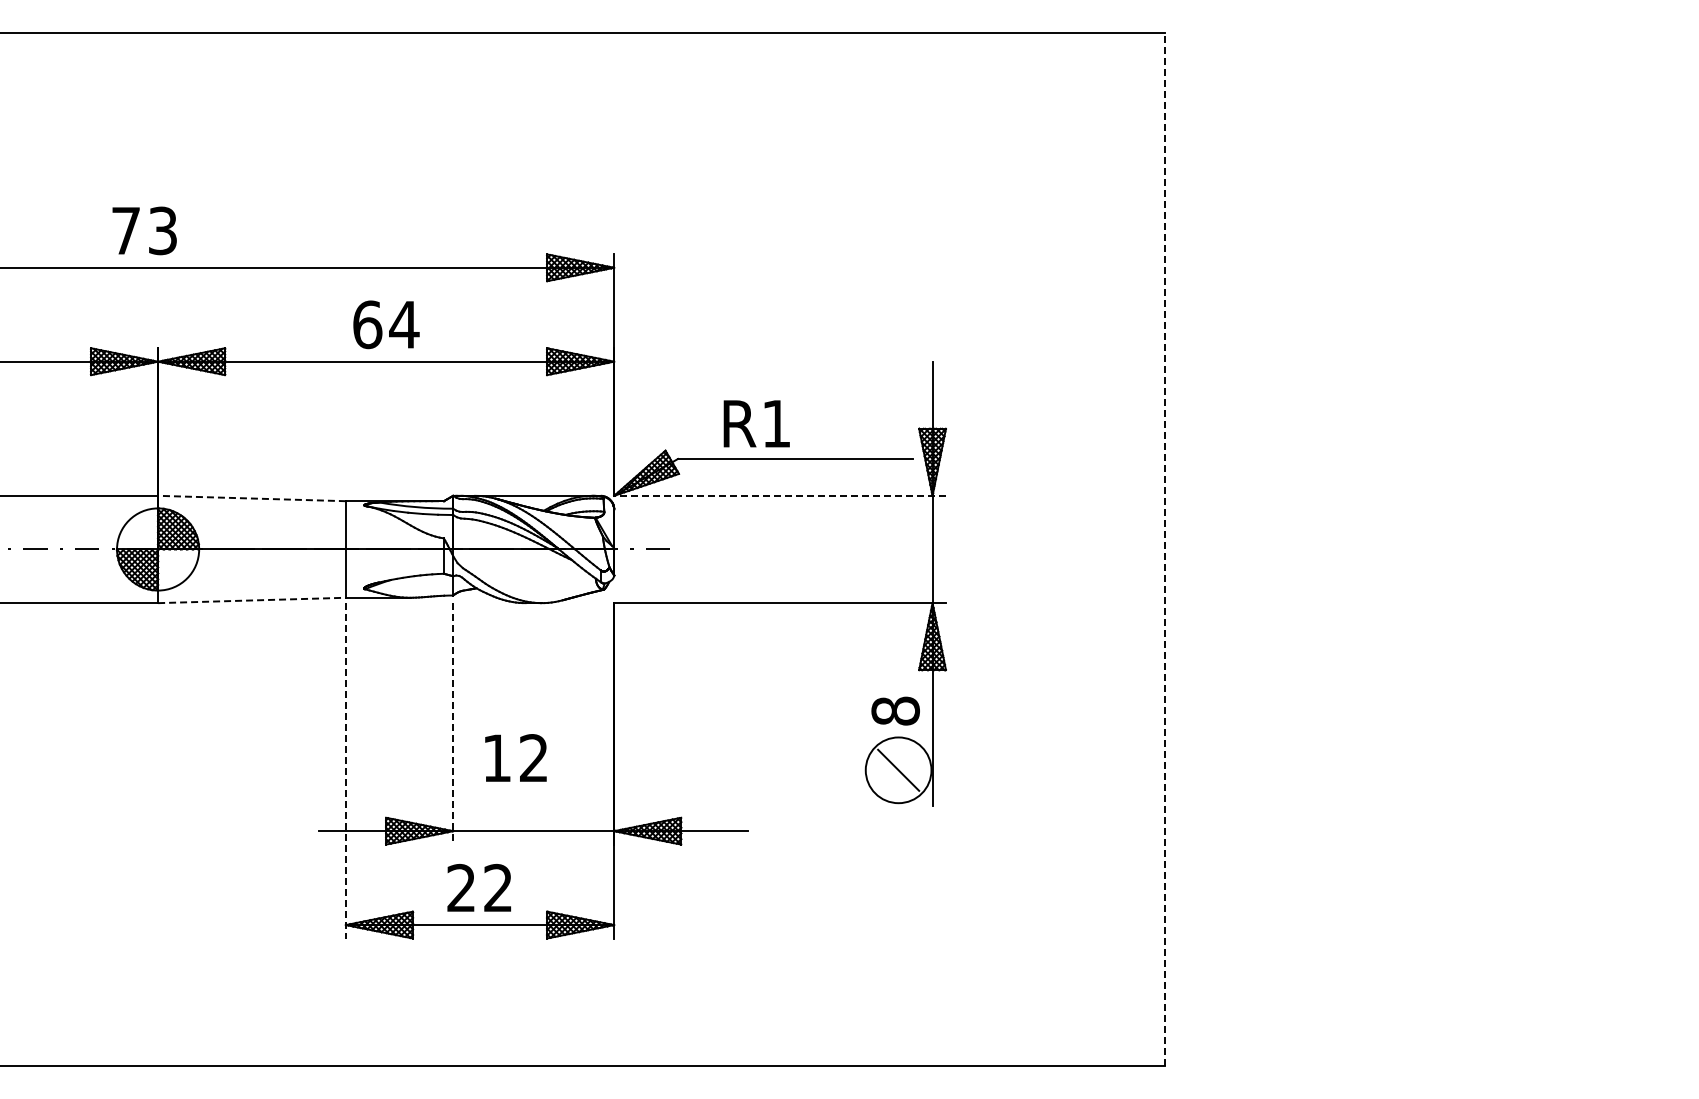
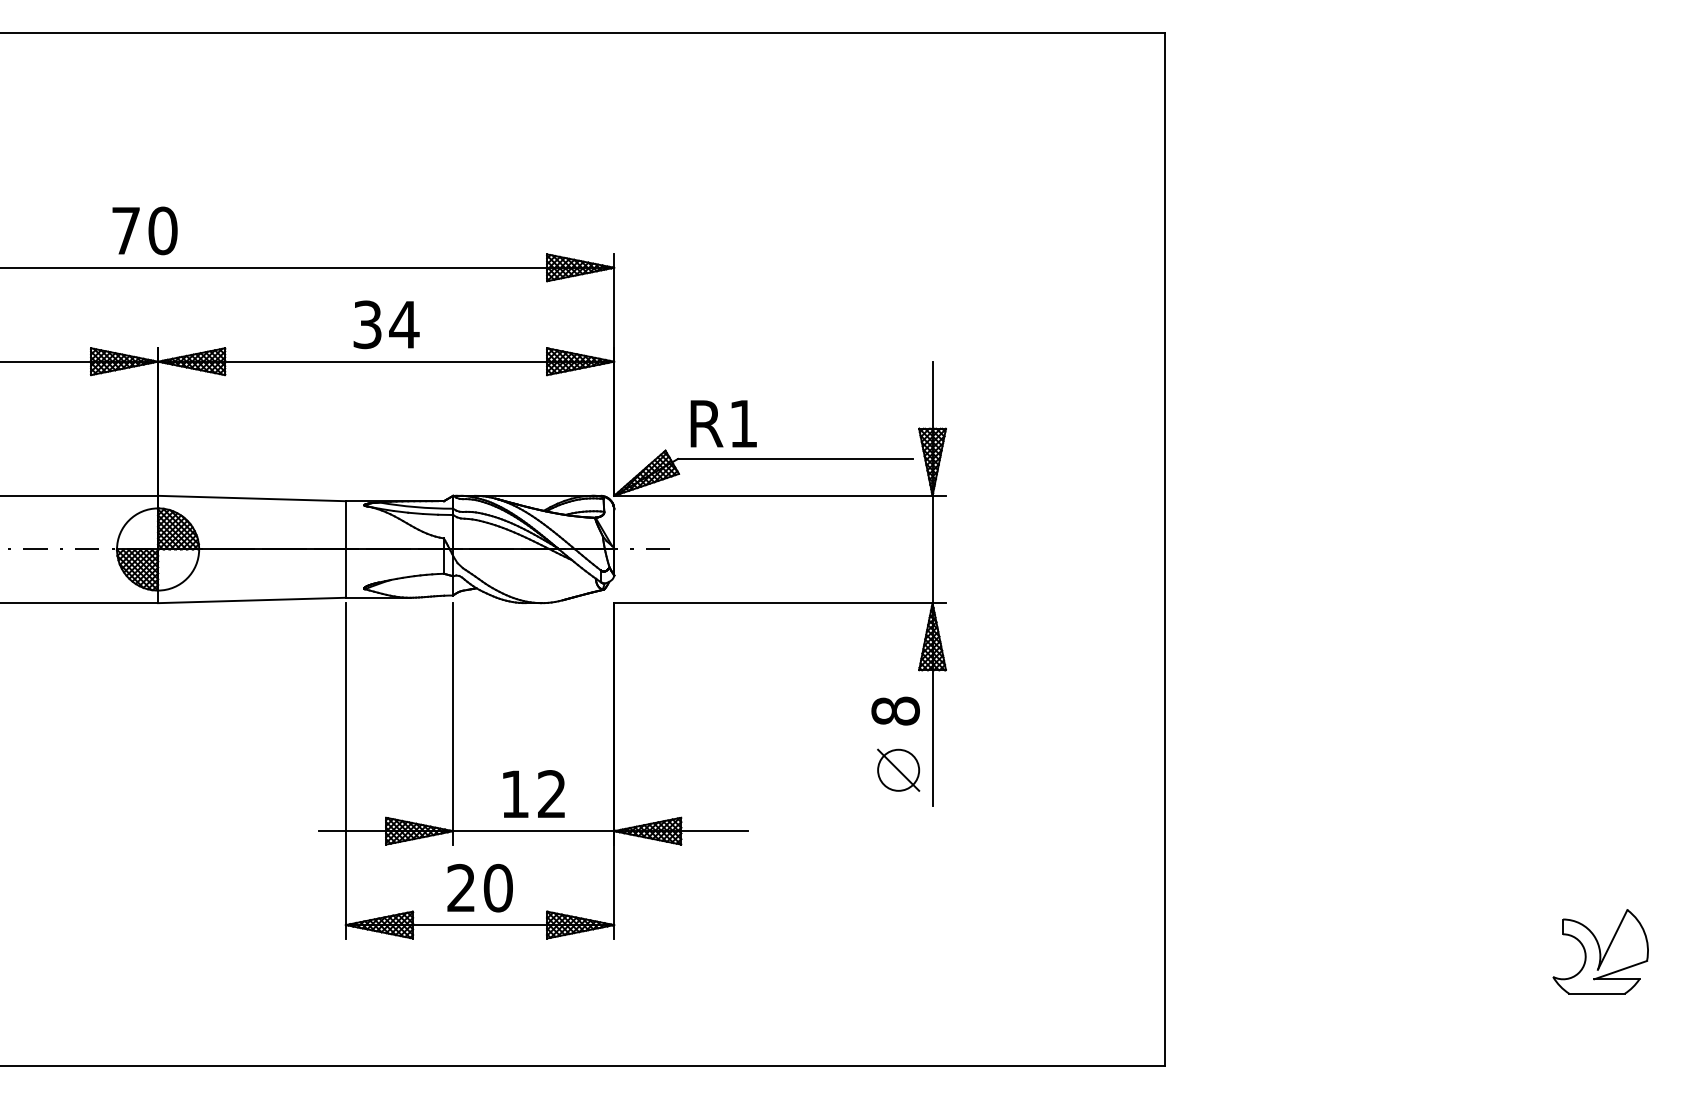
text at (162, 230): 73 -> 70
text at (367, 324): 64 -> 34
text at (756, 423) position: (756, 423) -> (723, 423)
line at (780, 495): dashed -> solid
line at (252, 498): dashed -> solid
line at (1165, 549): dashed -> solid
line at (252, 600): dashed -> solid
line at (453, 723): dashed -> solid
text at (515, 757) position: (515, 757) -> (533, 793)
line at (345, 770): dashed -> solid
circle at (898, 770) diameter: 66 px -> 41 px
text at (497, 887): 22 -> 20
part at (1600, 951): none -> present
